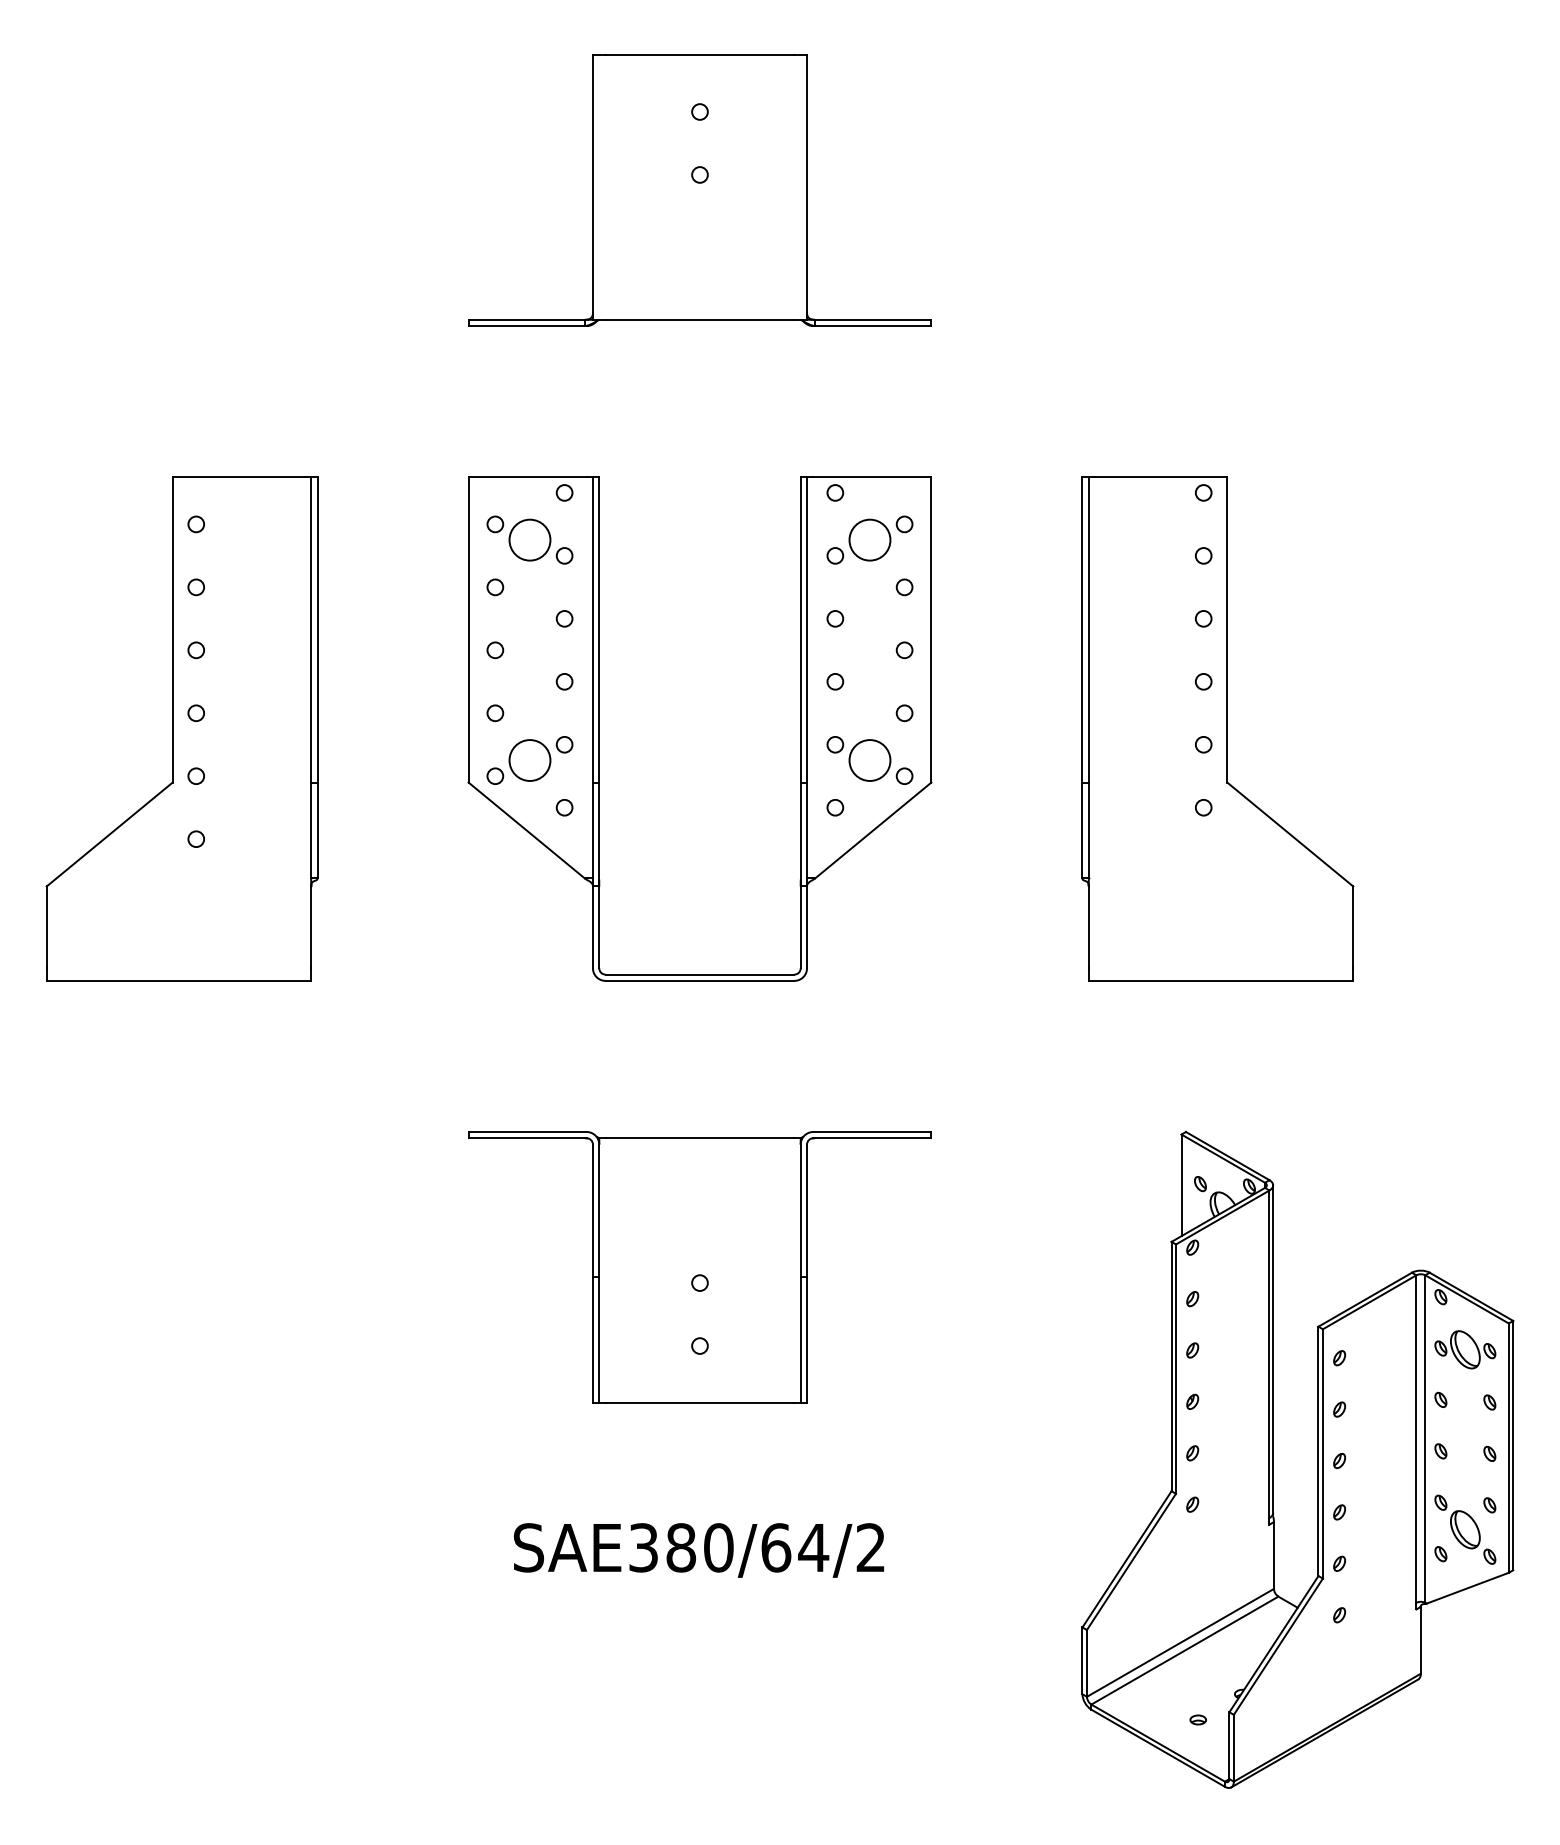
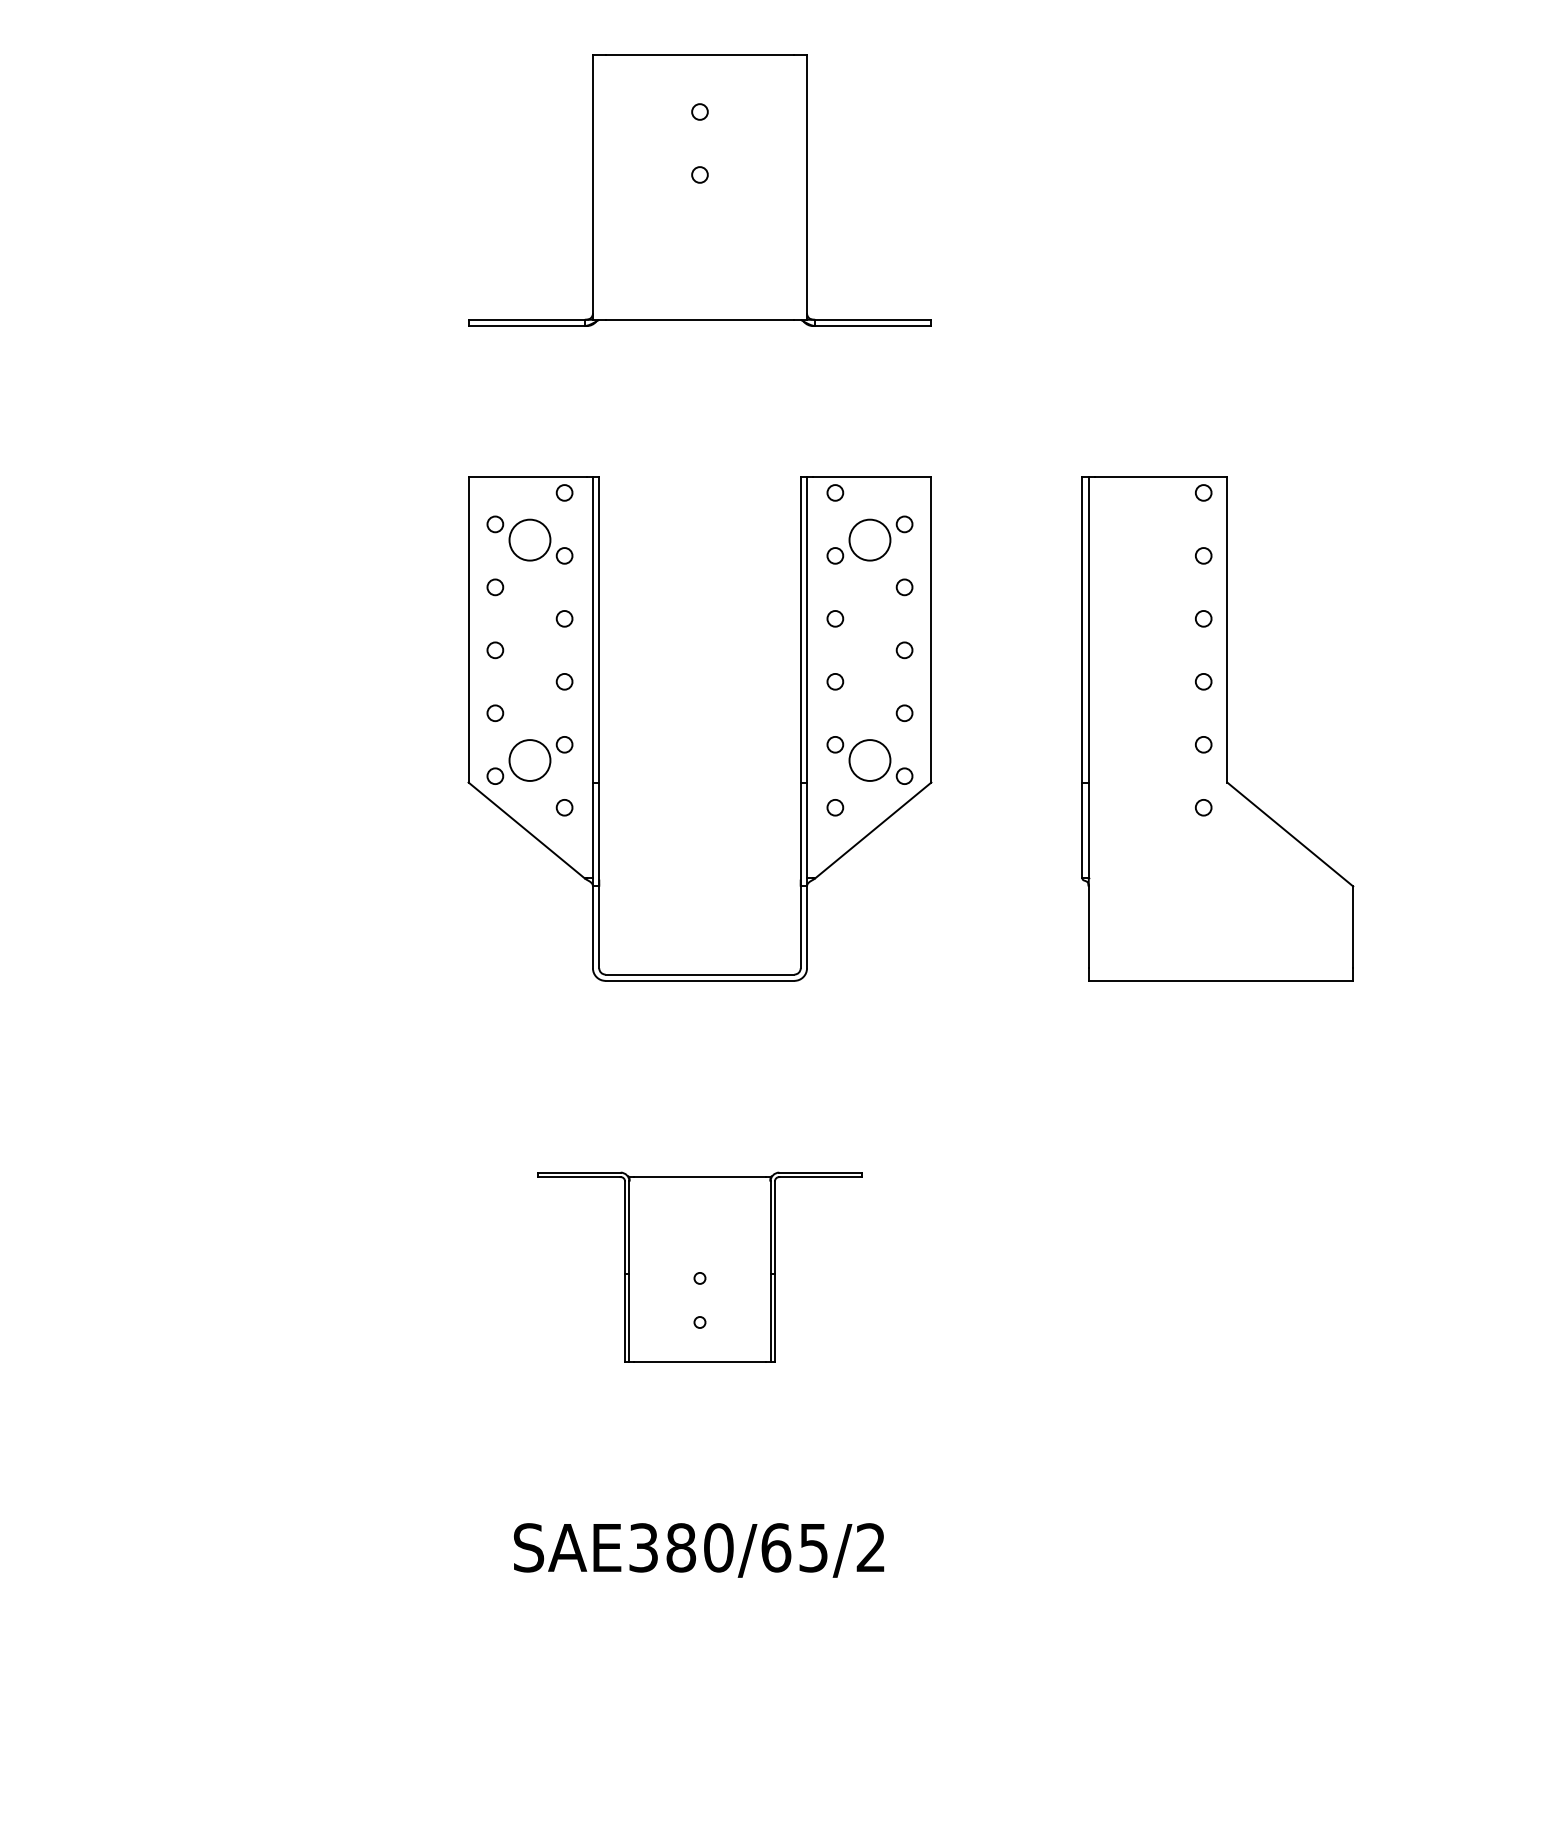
part at (181, 728): present -> none
part at (699, 1267) size: 464x273 px -> 326x192 px
part at (1317, 1459): present -> none
text at (813, 1548): SAE380/64/2 -> SAE380/65/2
